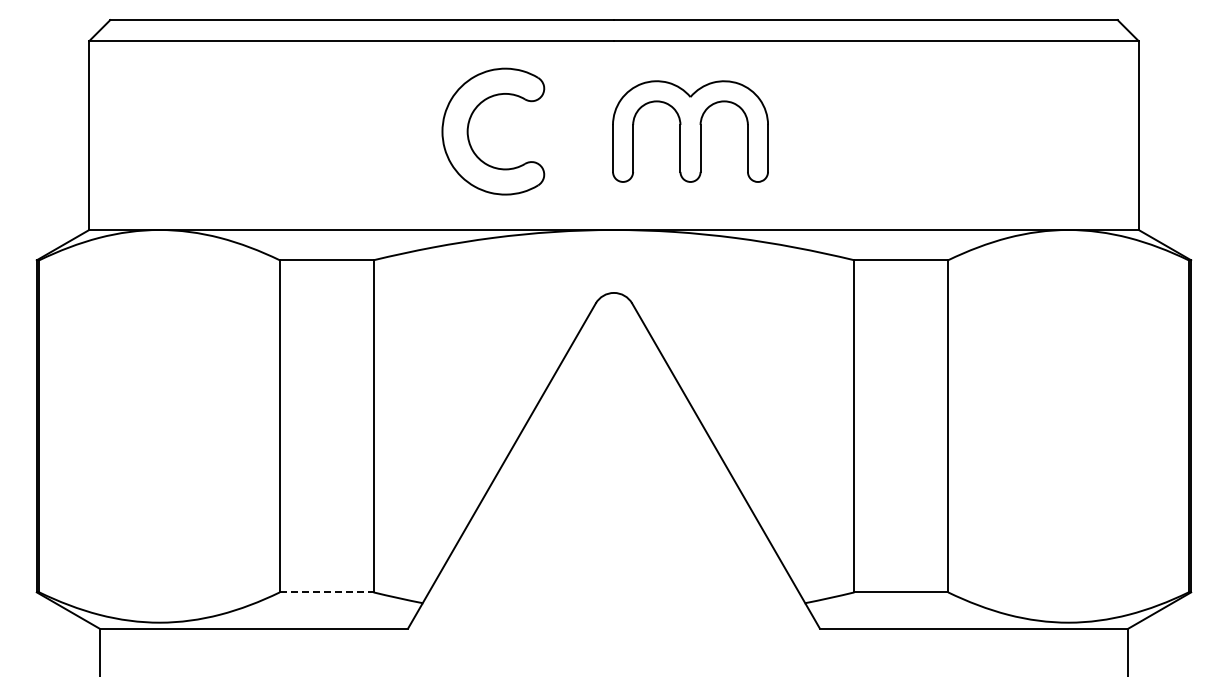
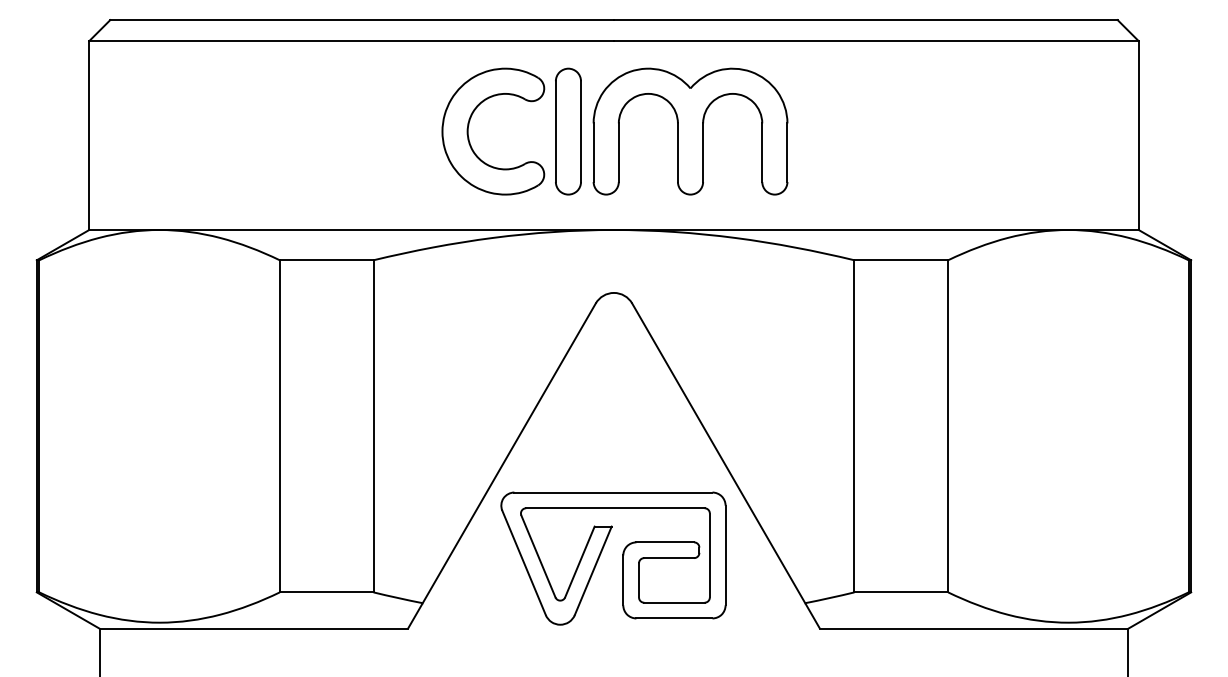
part at (568, 131): none -> present
part at (690, 131) size: 157x103 px -> 197x129 px
part at (622, 558): none -> present
line at (326, 592): dashed -> solid
